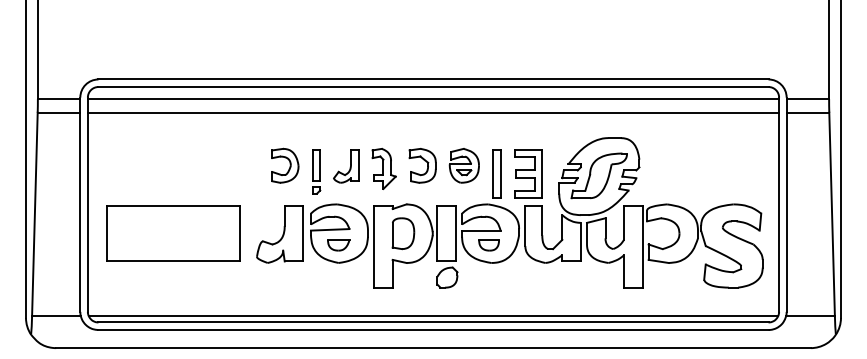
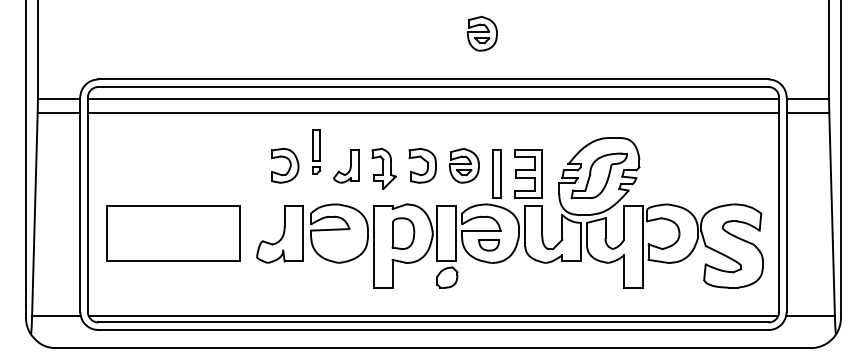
part at (481, 33): none -> present
part at (316, 171) position: (316, 171) -> (316, 151)
part at (338, 245): present -> none
